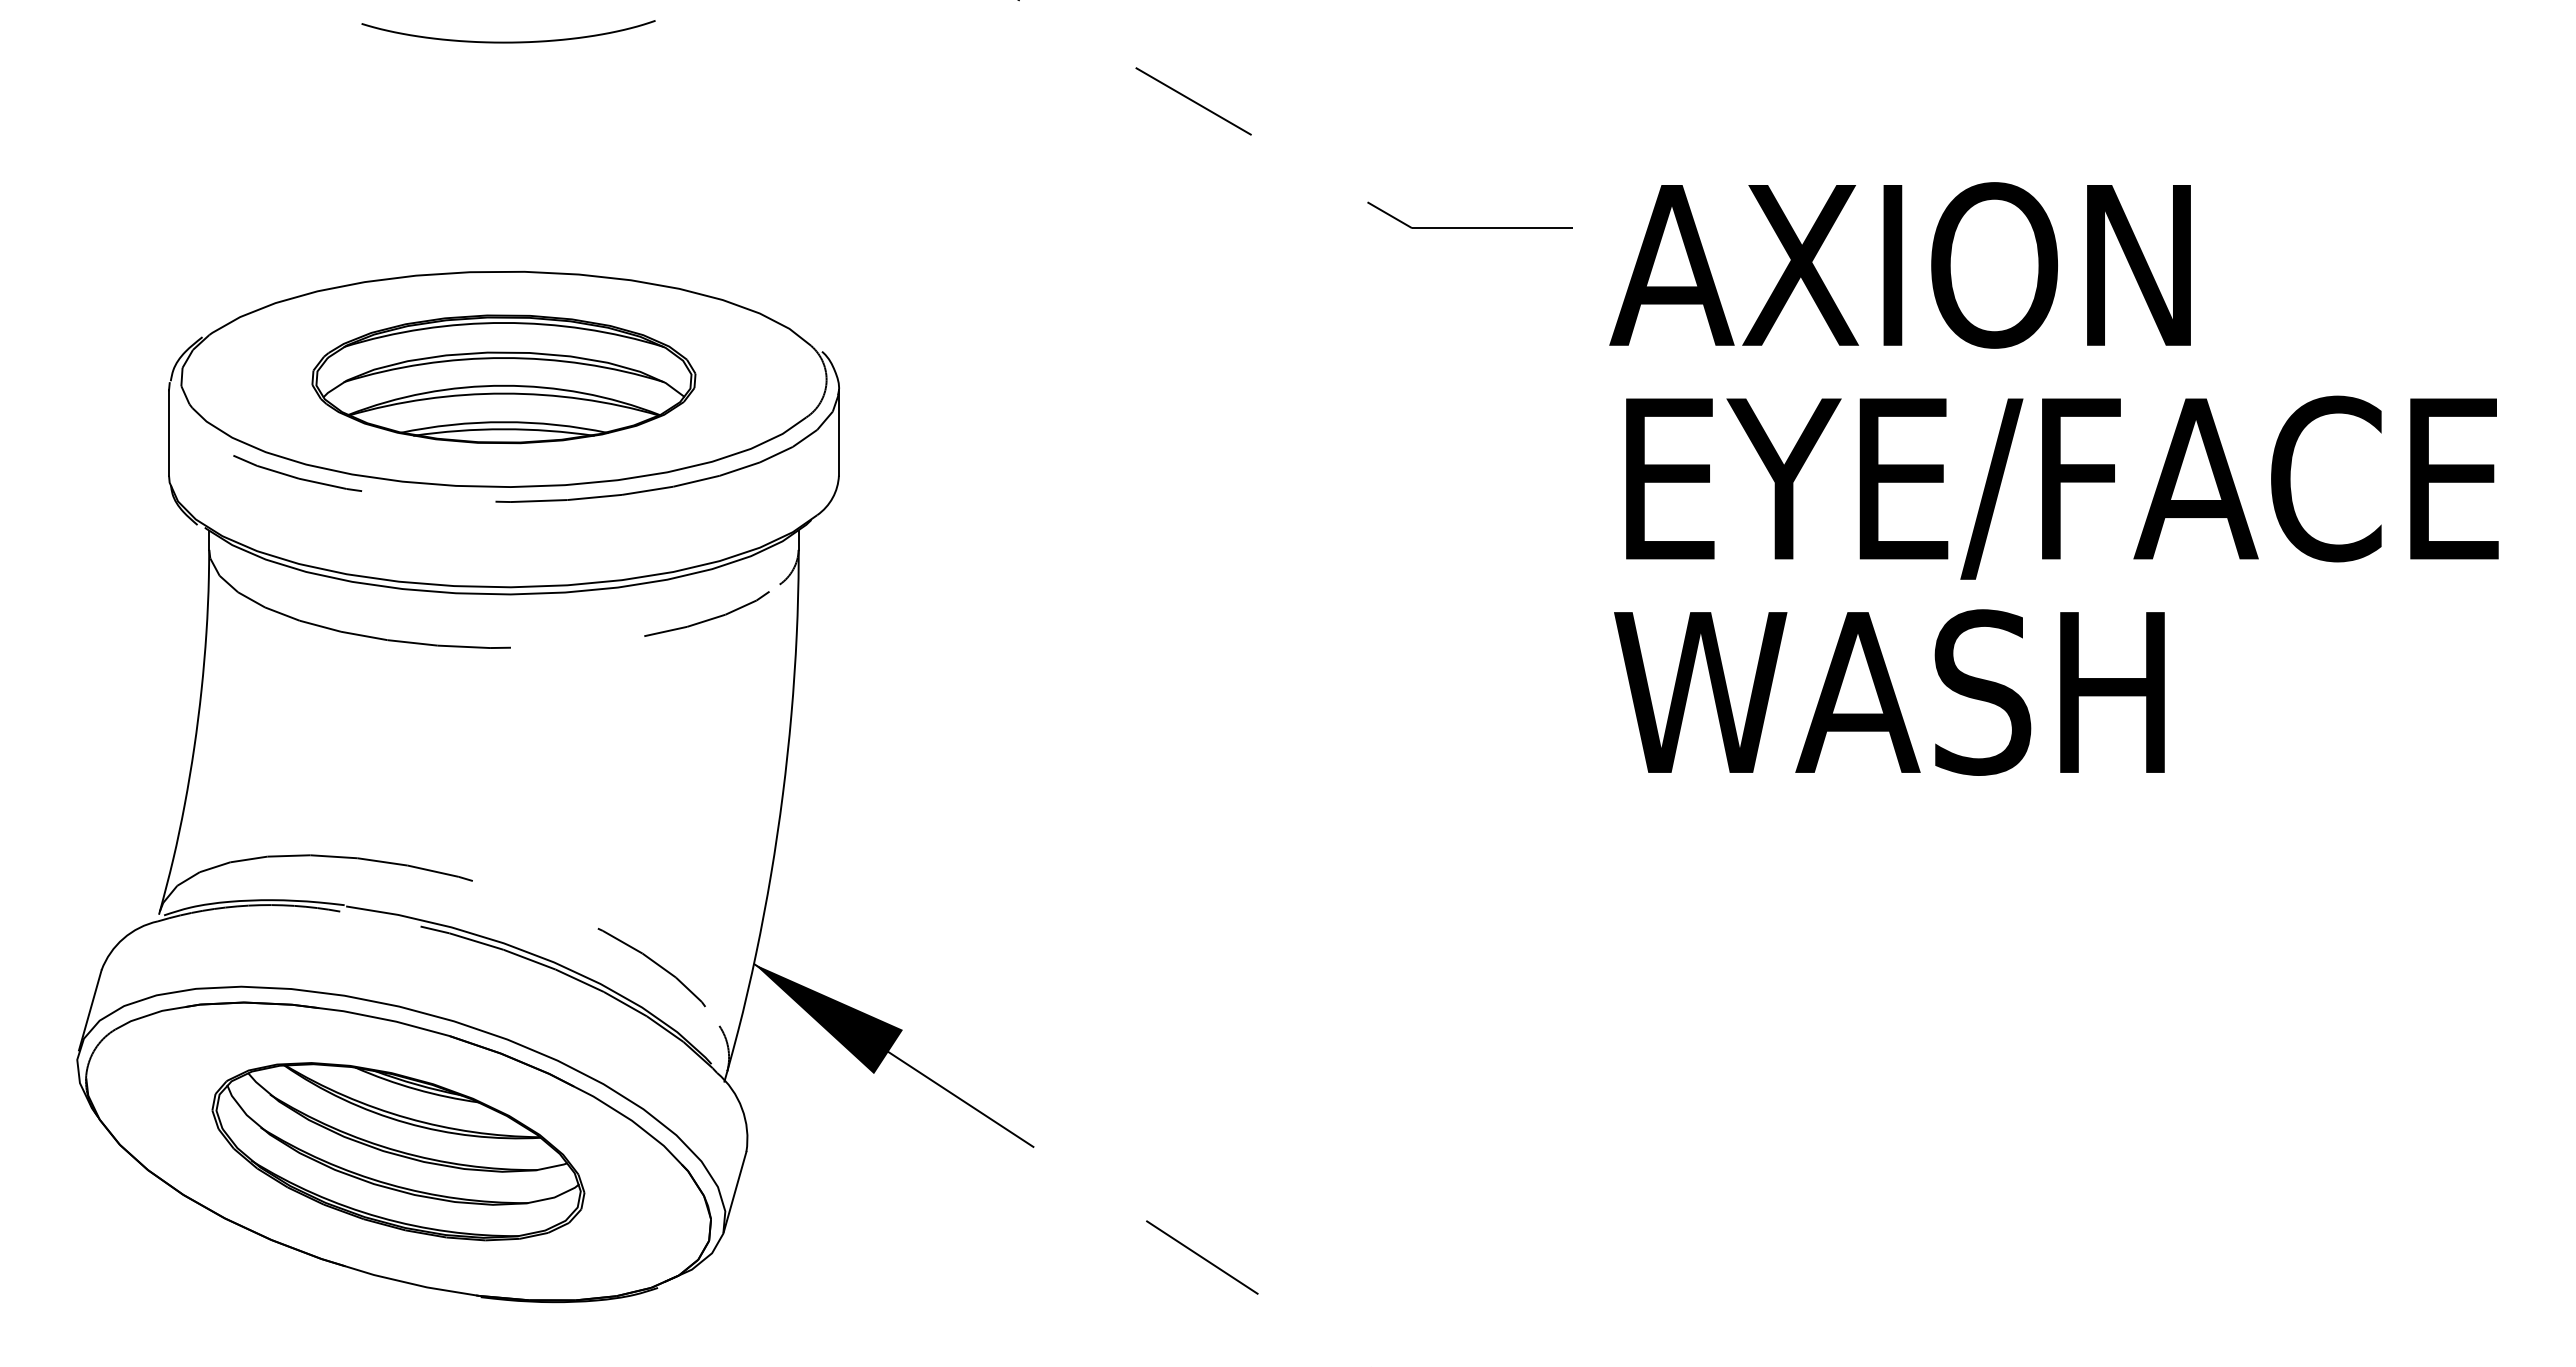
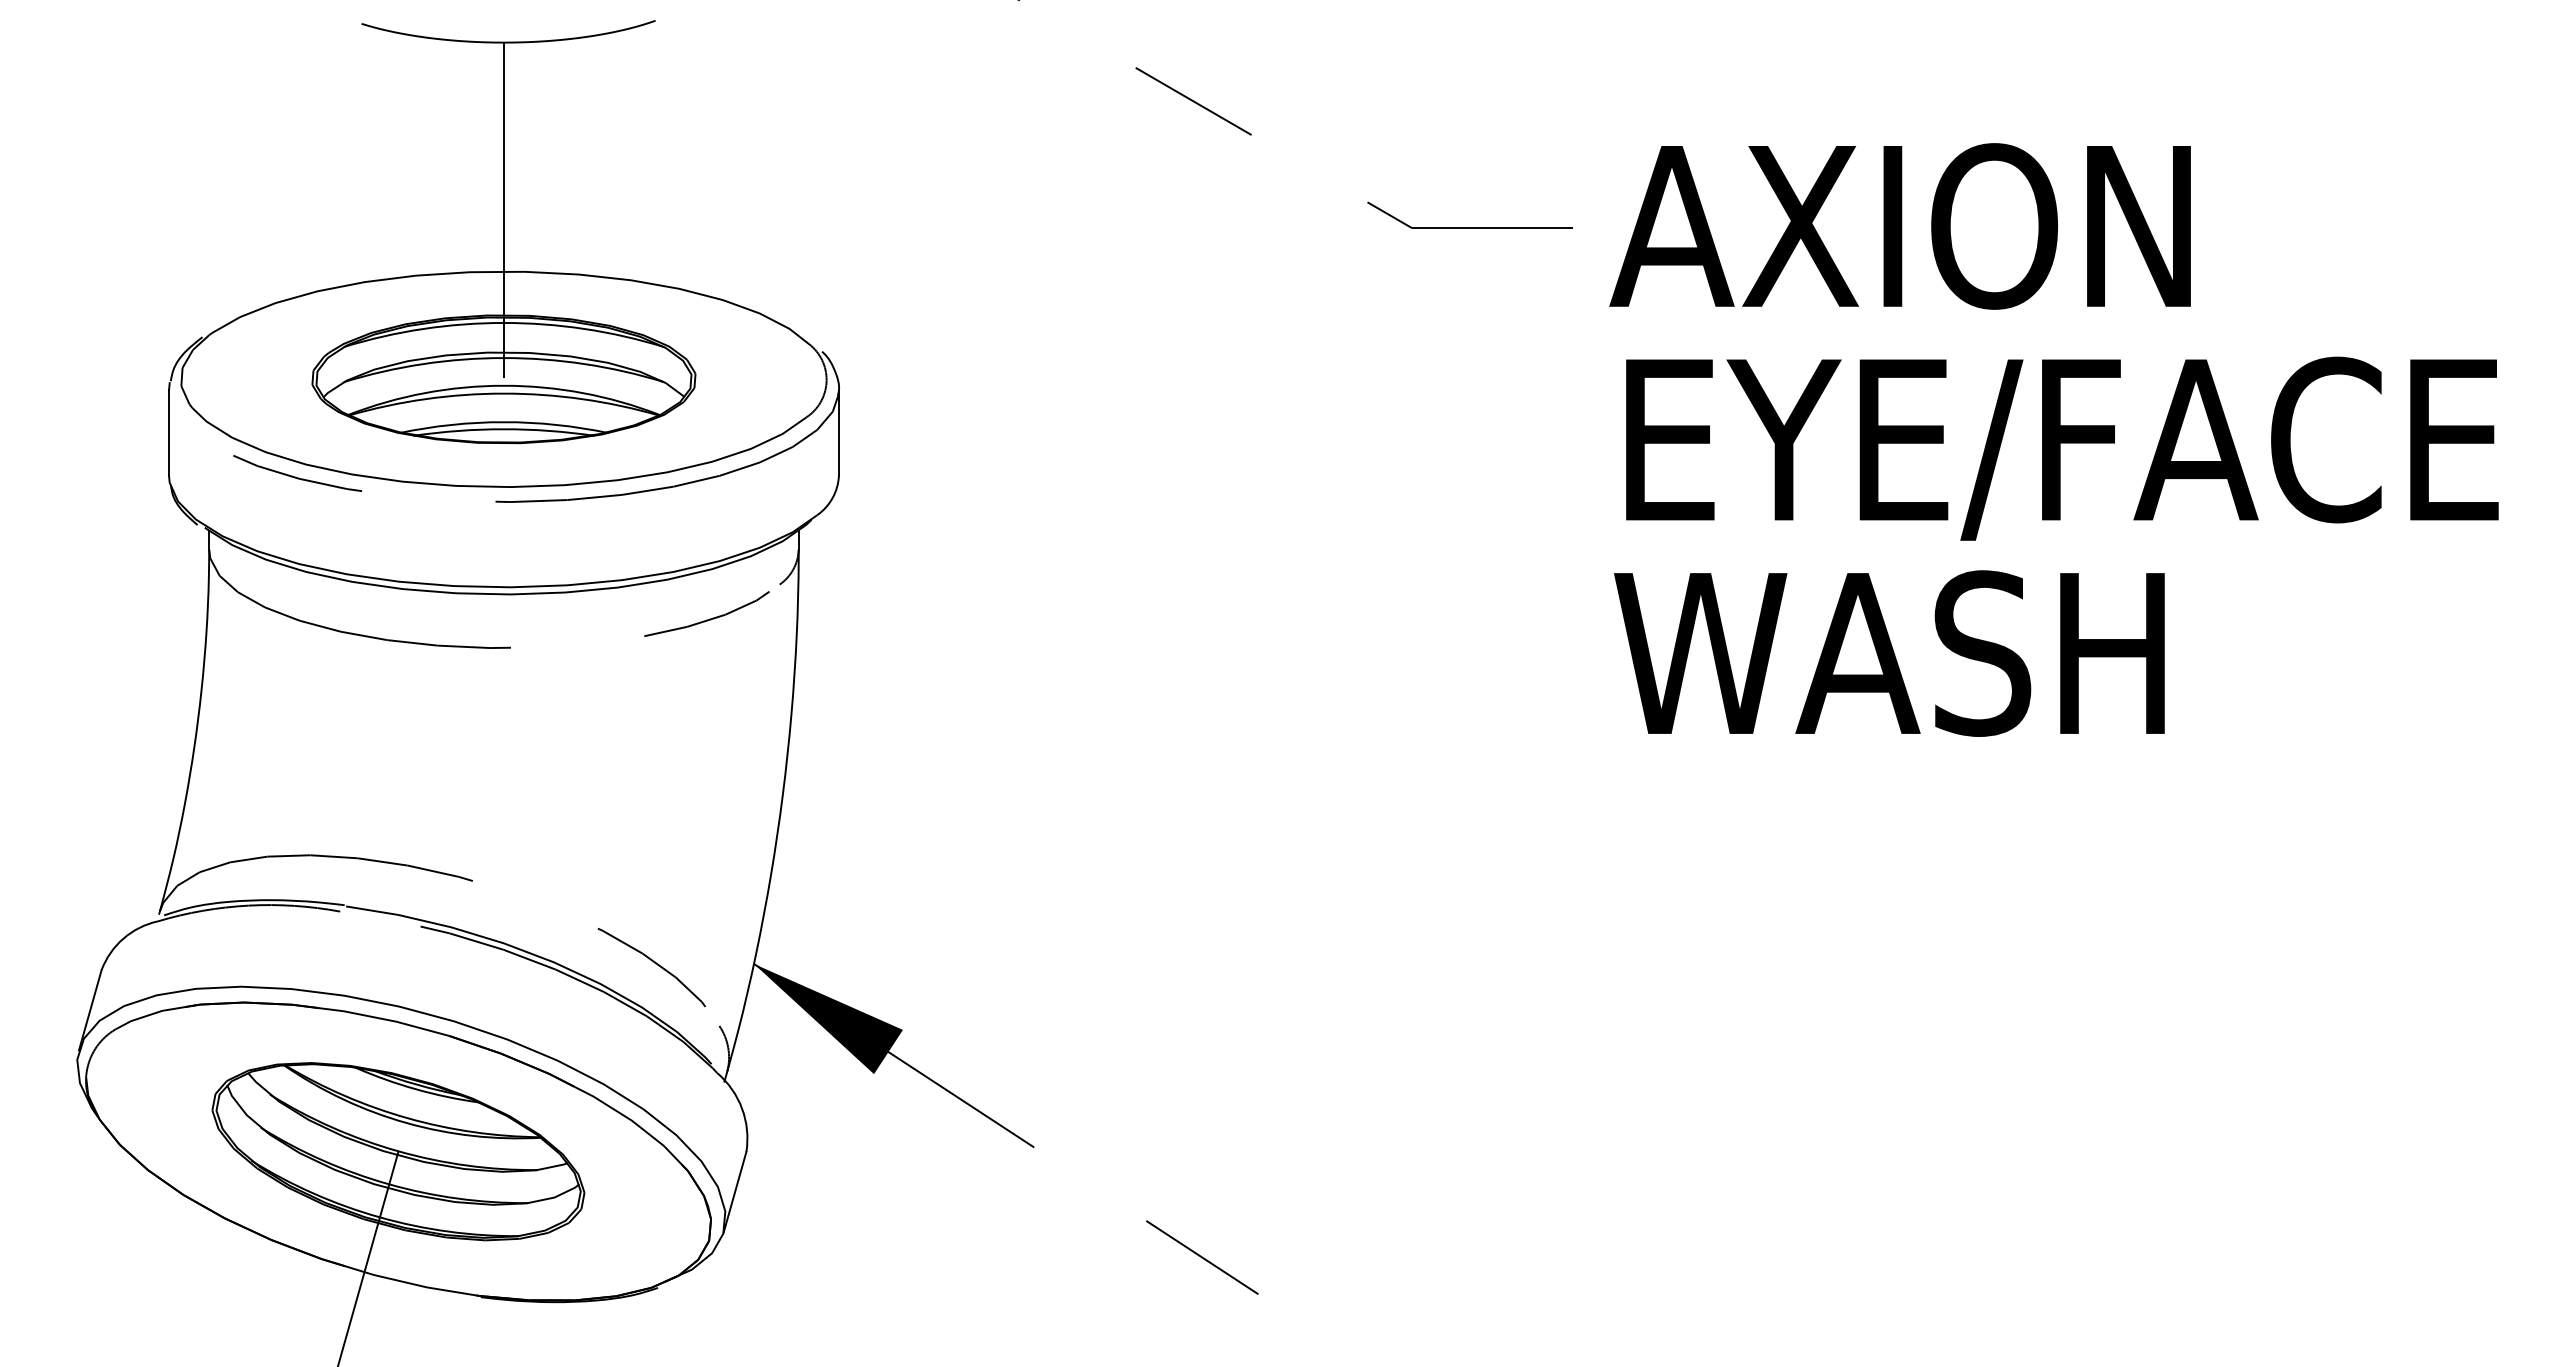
line at (503, 210): none -> present
text at (2053, 478) position: (2053, 478) -> (2053, 439)
line at (368, 1257): none -> present
